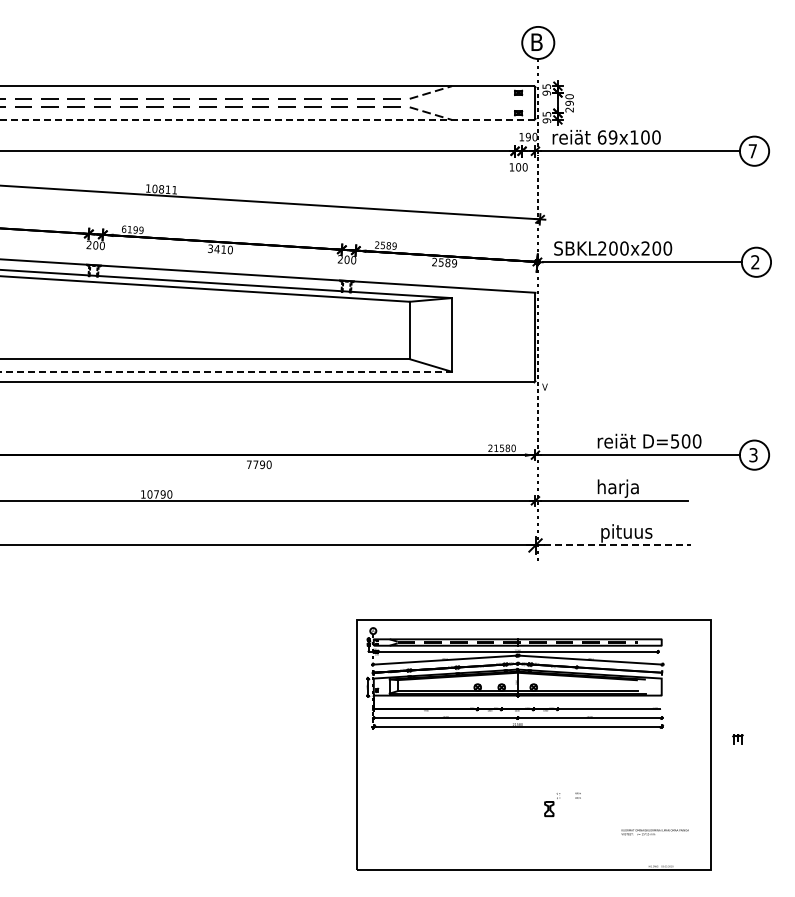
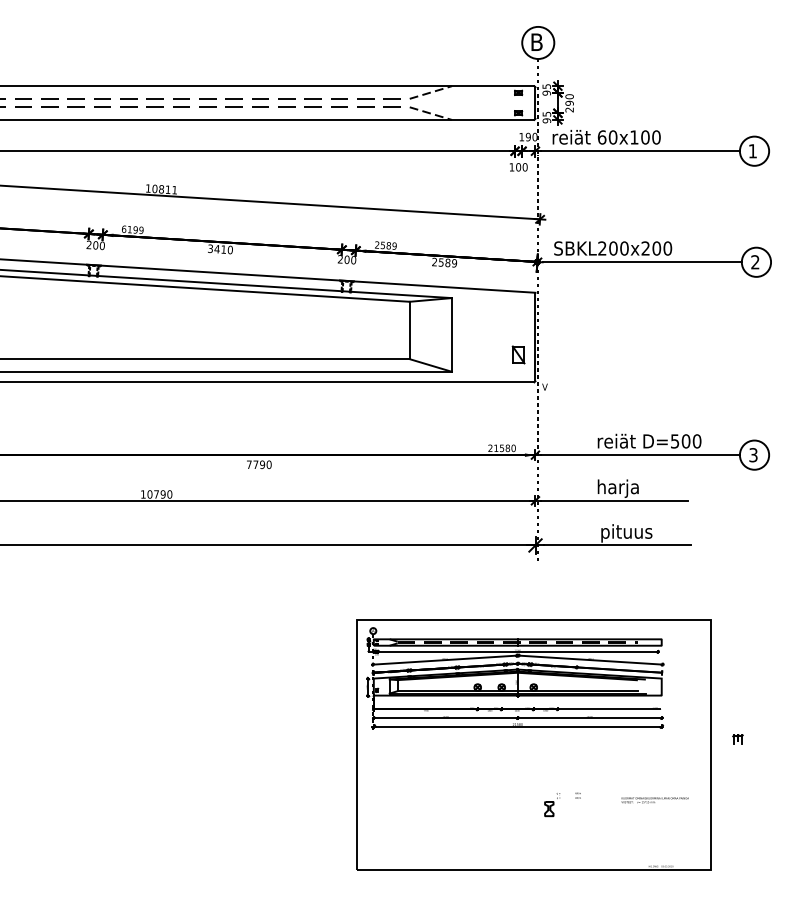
line at (267, 119): dashed -> solid
text at (612, 137): 69x100 -> 60x100
text at (752, 151): 7 -> 1
part at (518, 354): none -> present
line at (226, 371): dashed -> solid
line at (617, 545): dashed -> solid
text at (654, 832) position: (654, 832) -> (654, 800)
